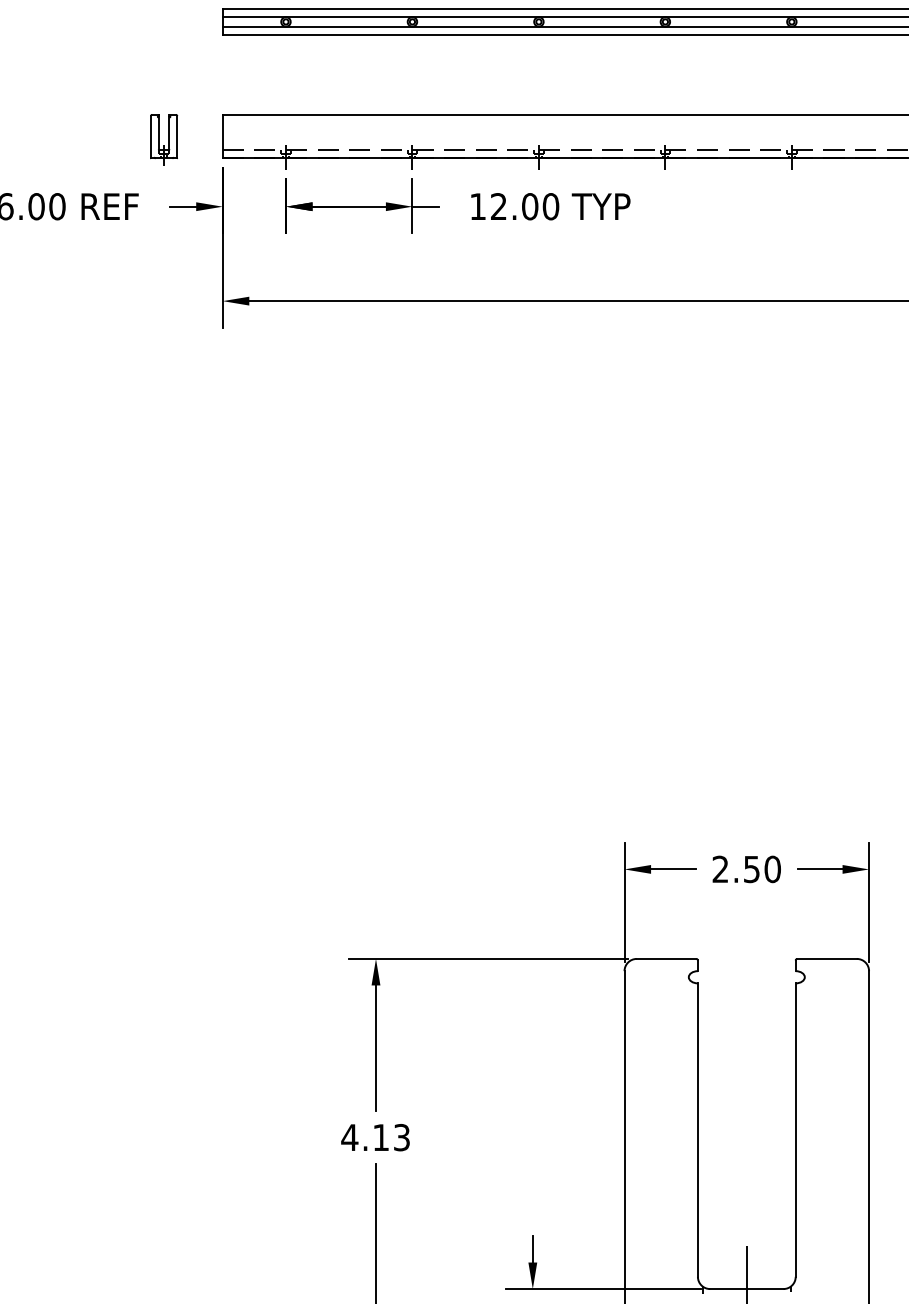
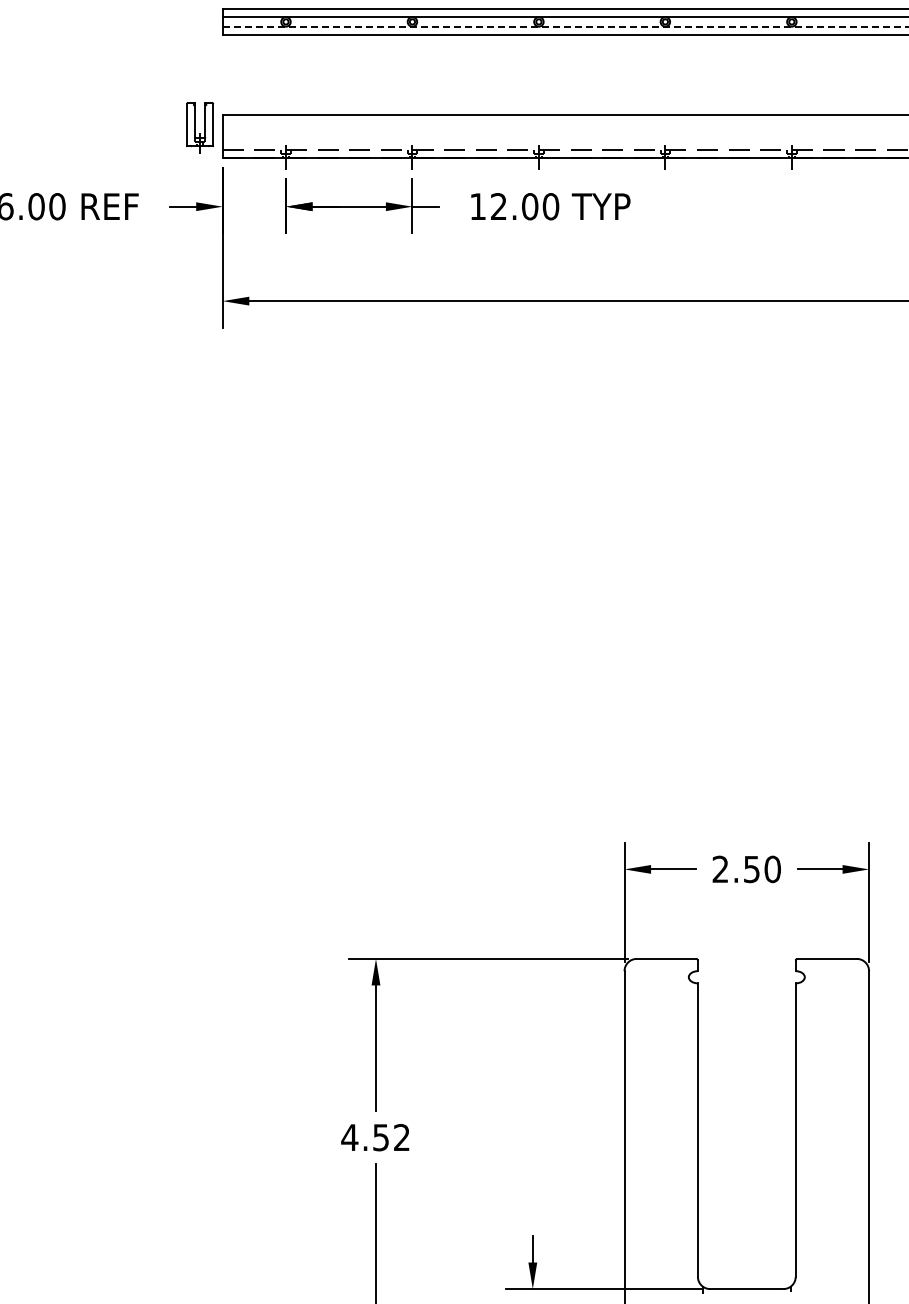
line at (565, 27): solid -> dashed
part at (164, 139) position: (164, 139) -> (200, 127)
text at (391, 1137): 4.13 -> 4.52
line at (746, 1272): present -> none
